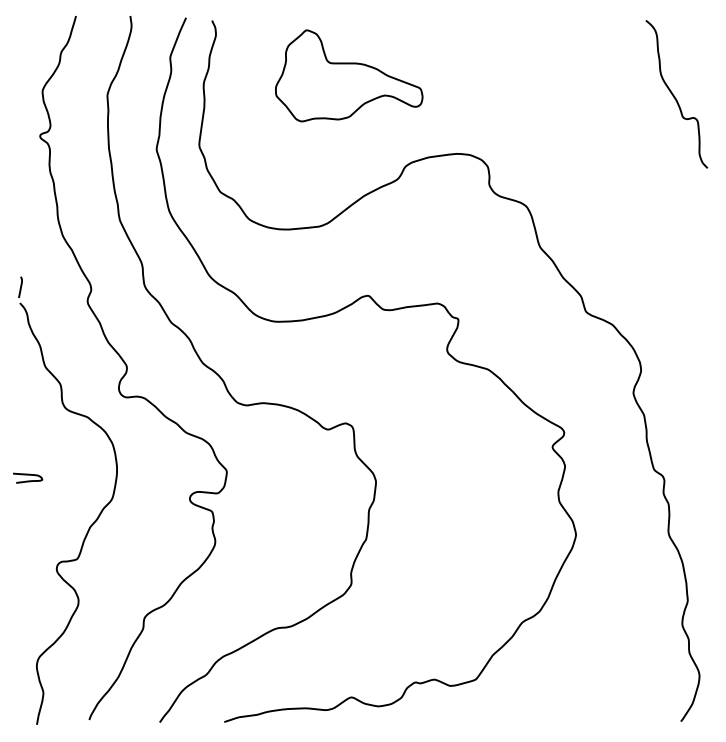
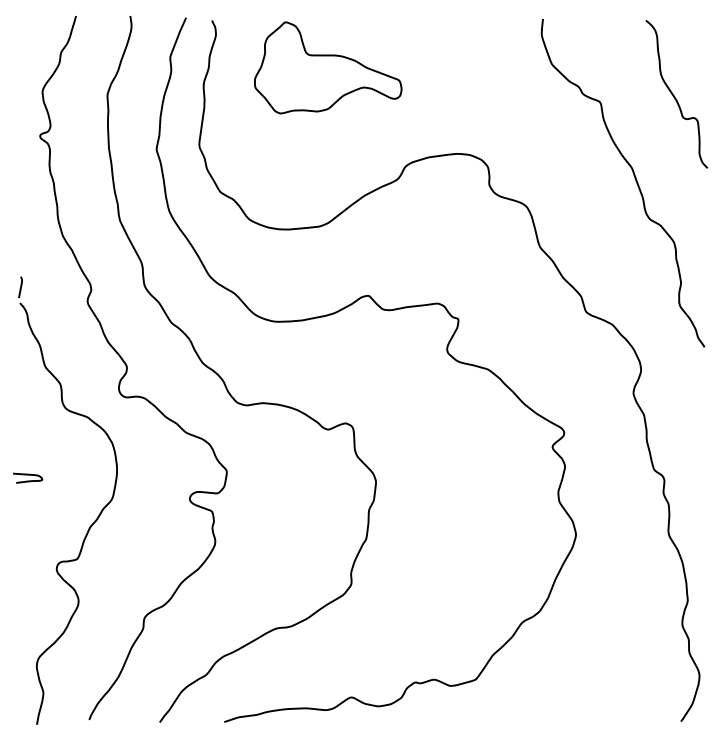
part at (349, 75) position: (349, 75) -> (328, 67)
curve at (634, 178): none -> present
